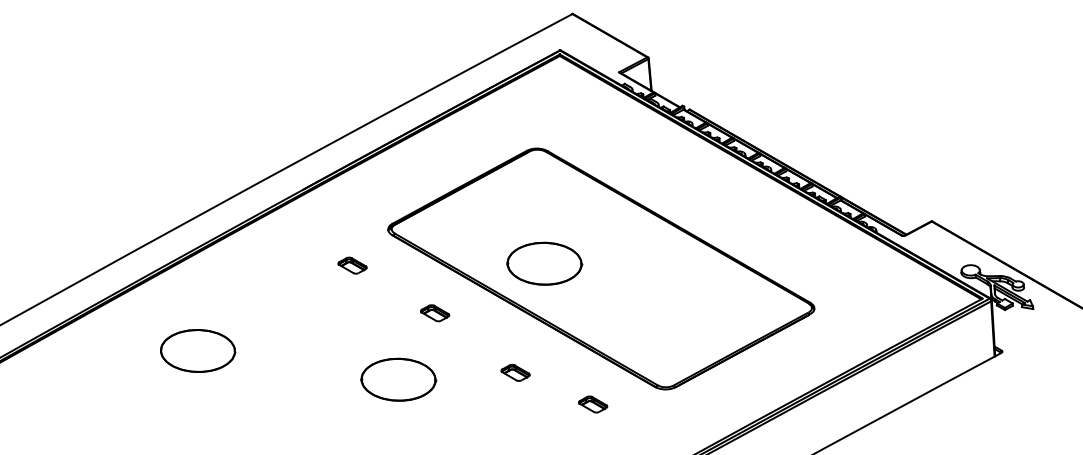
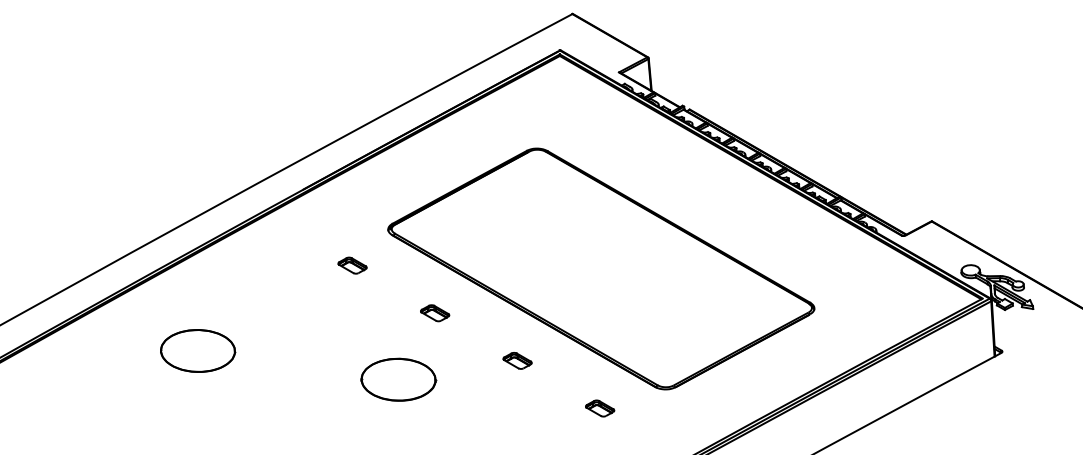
part at (544, 263): present -> none
part at (515, 372) position: (515, 372) -> (517, 360)
part at (593, 404) position: (593, 404) -> (600, 408)
